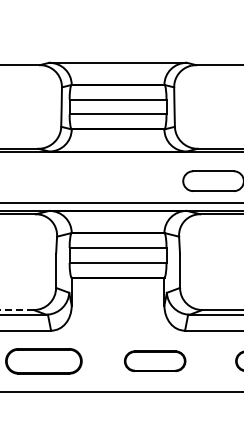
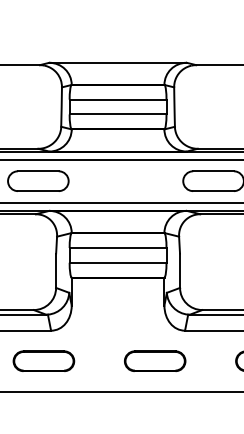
line at (121, 159): none -> present
part at (38, 180): none -> present
line at (16, 310): dashed -> solid
part at (43, 361) size: 78x27 px -> 64x22 px
